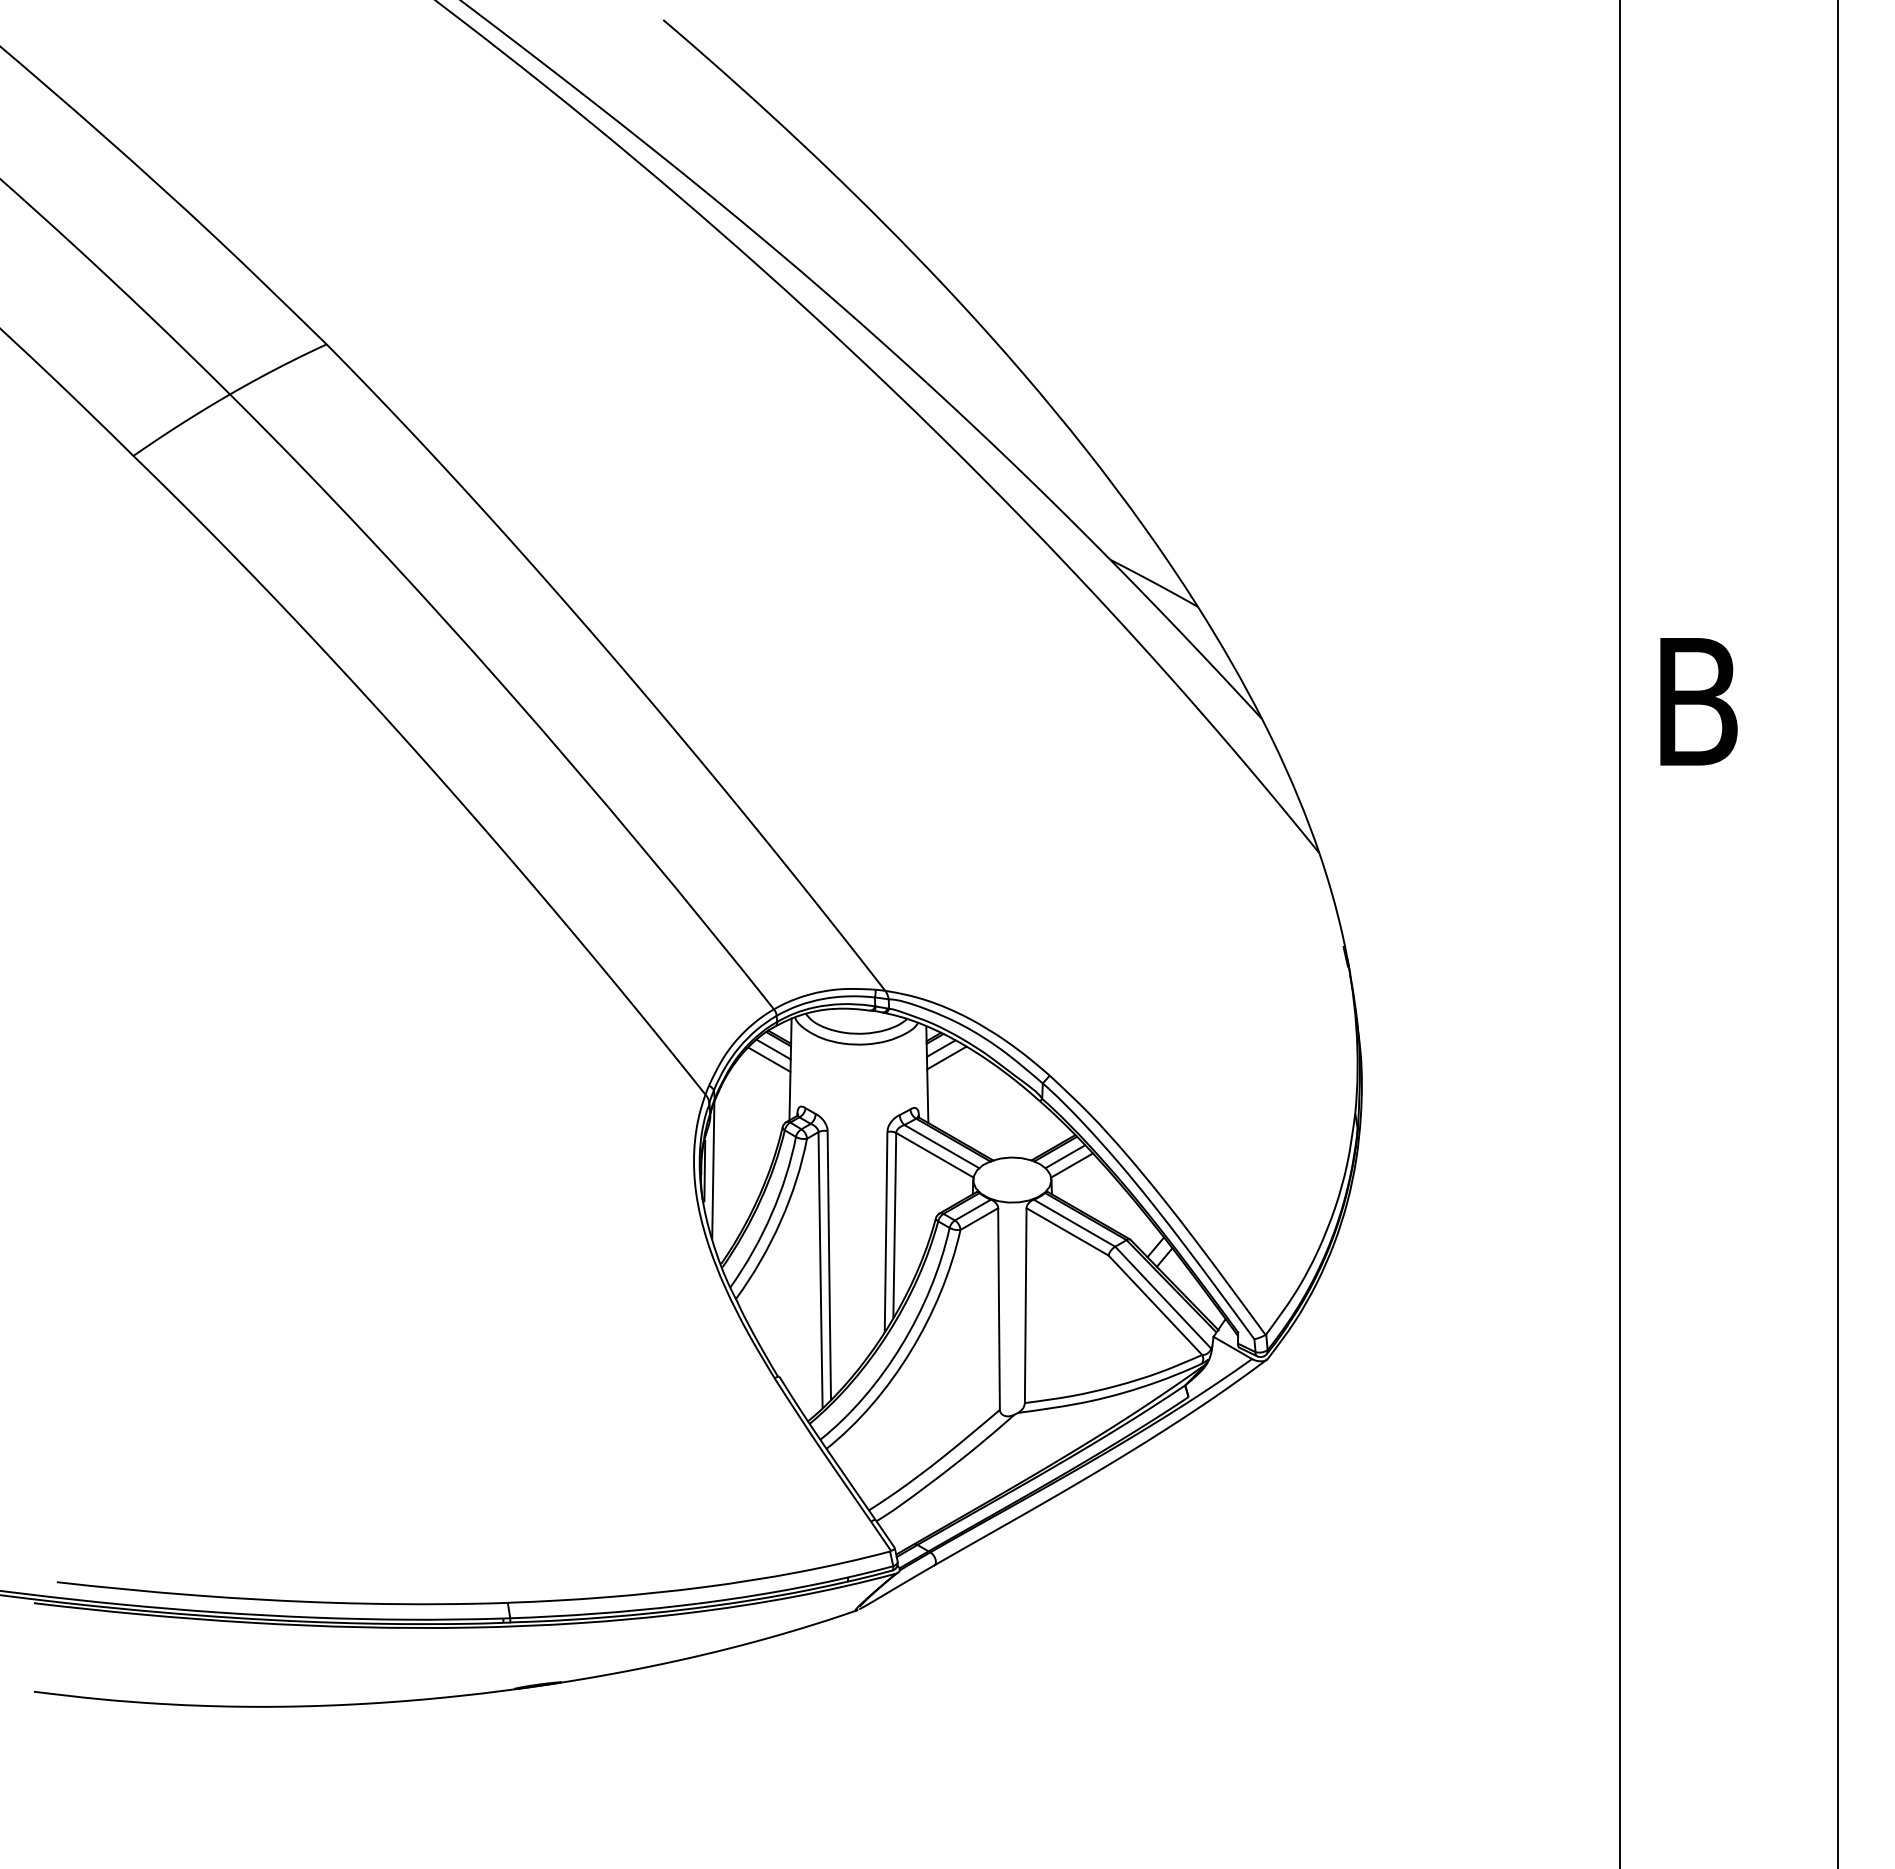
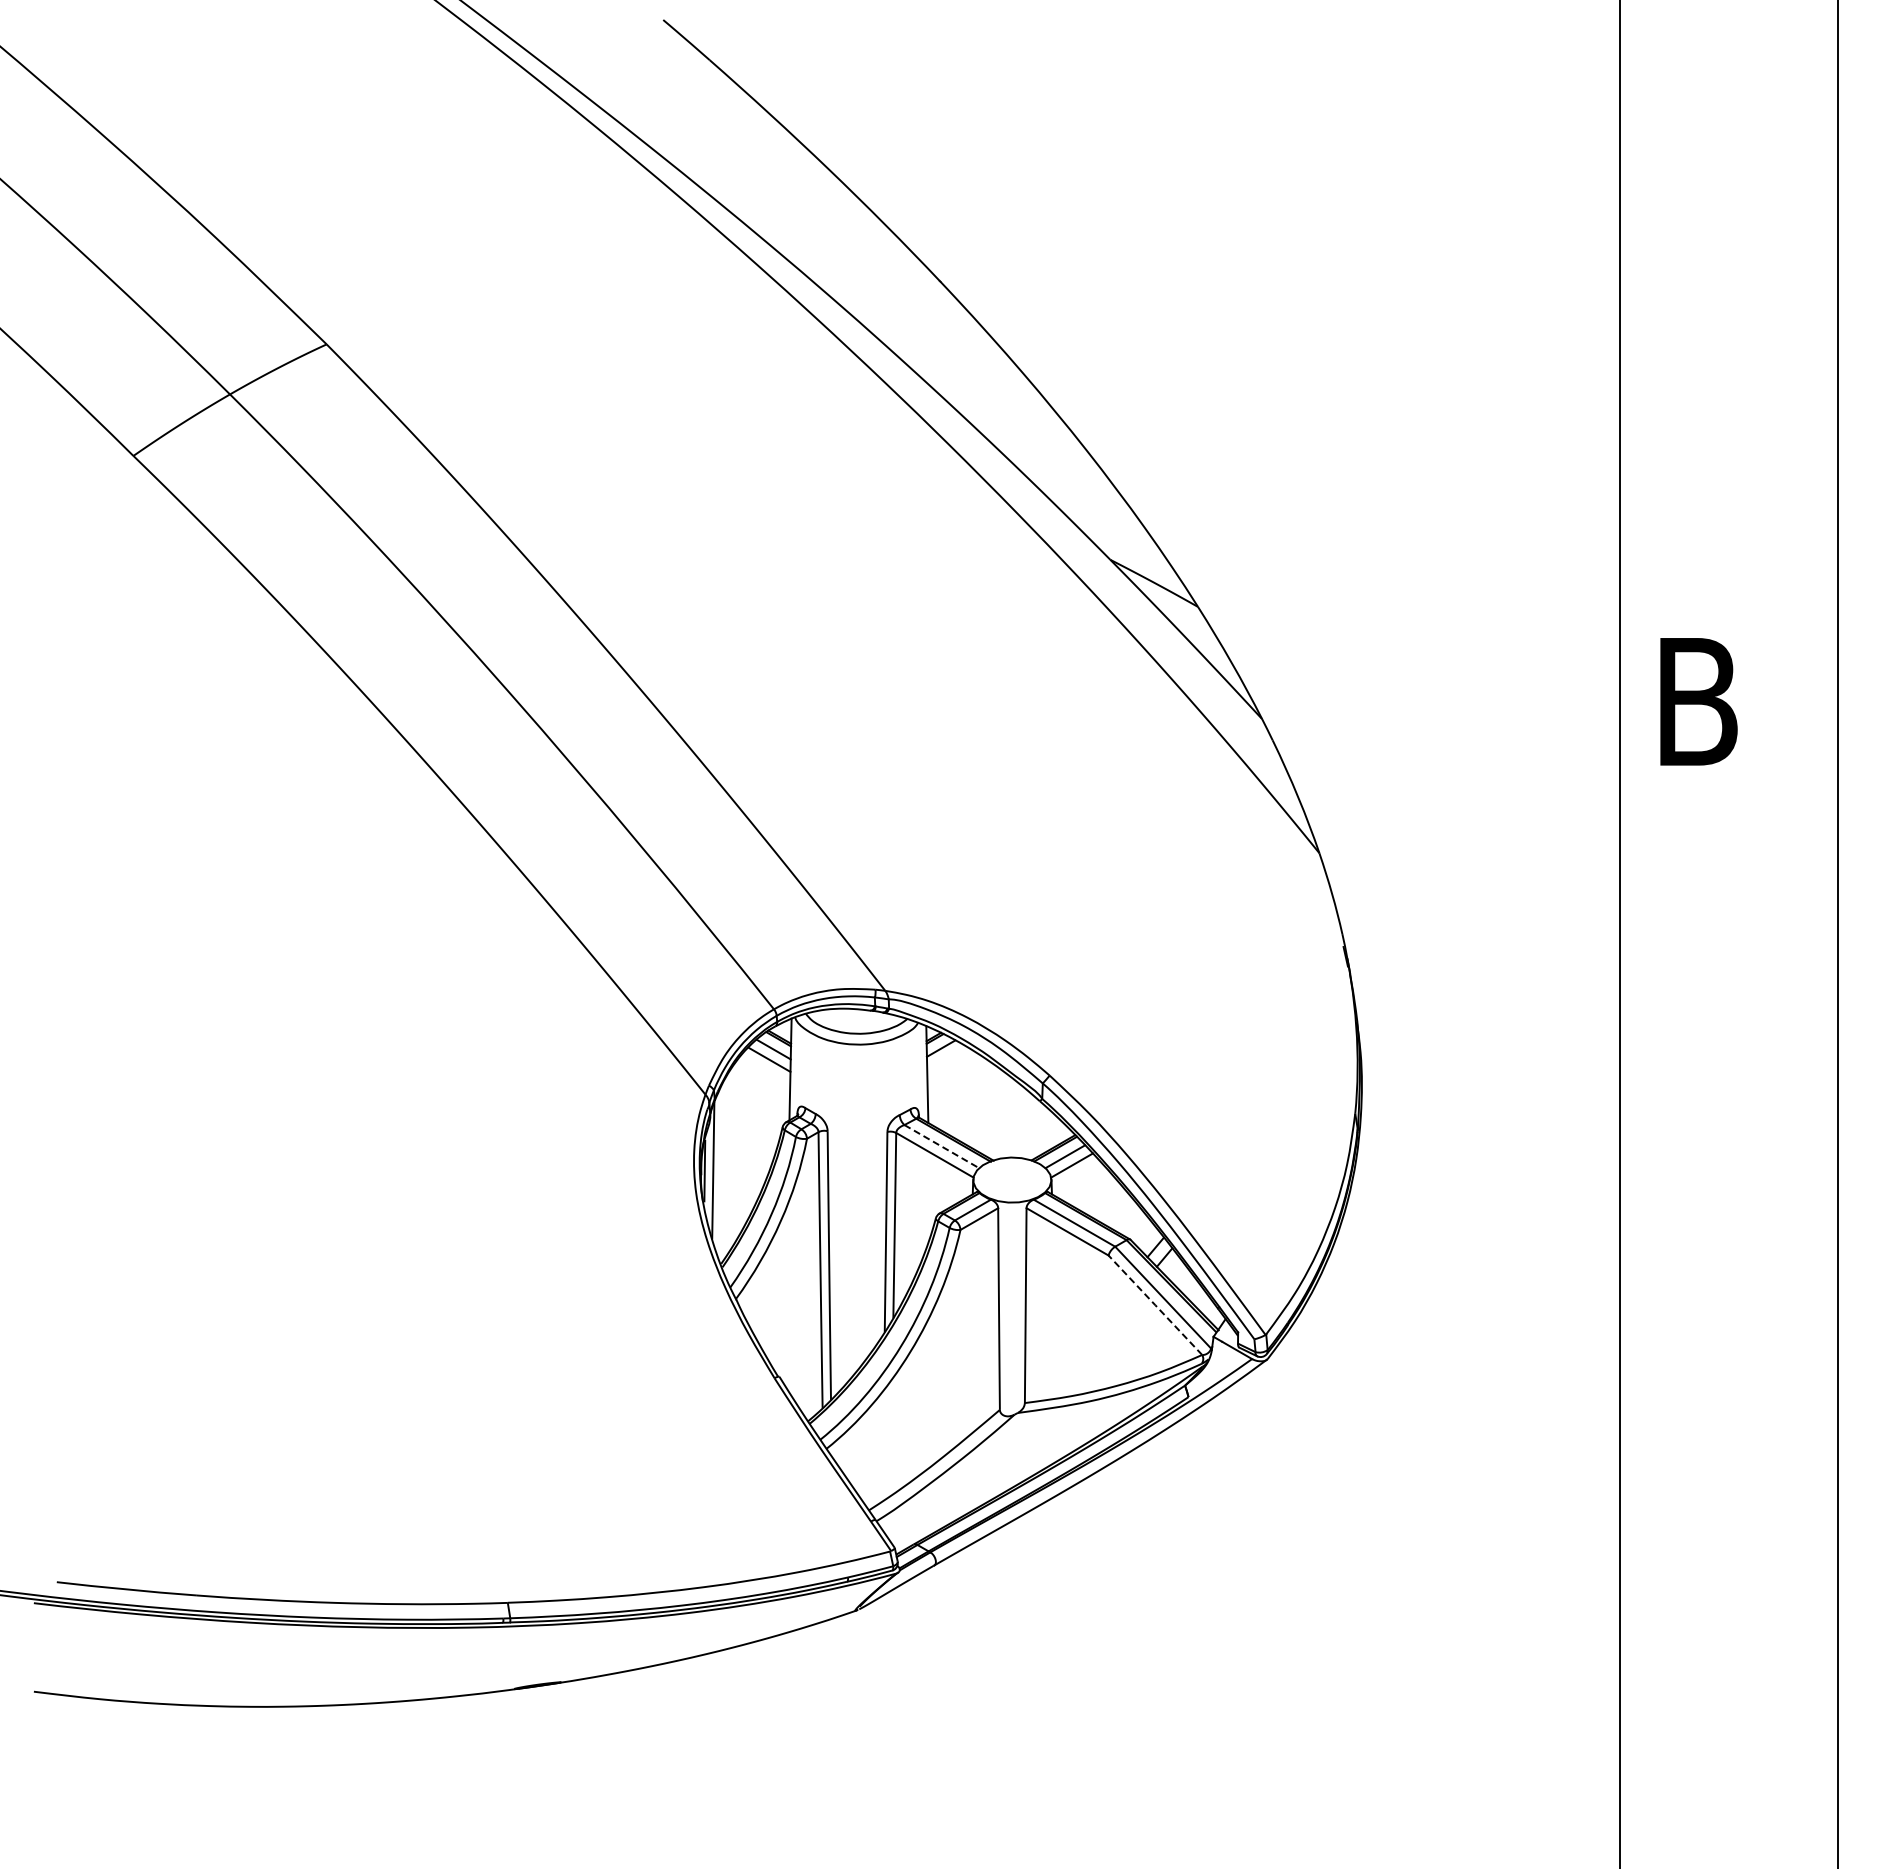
line at (946, 1057): present -> none
line at (942, 1146): solid -> dashed
line at (1155, 1305): solid -> dashed
